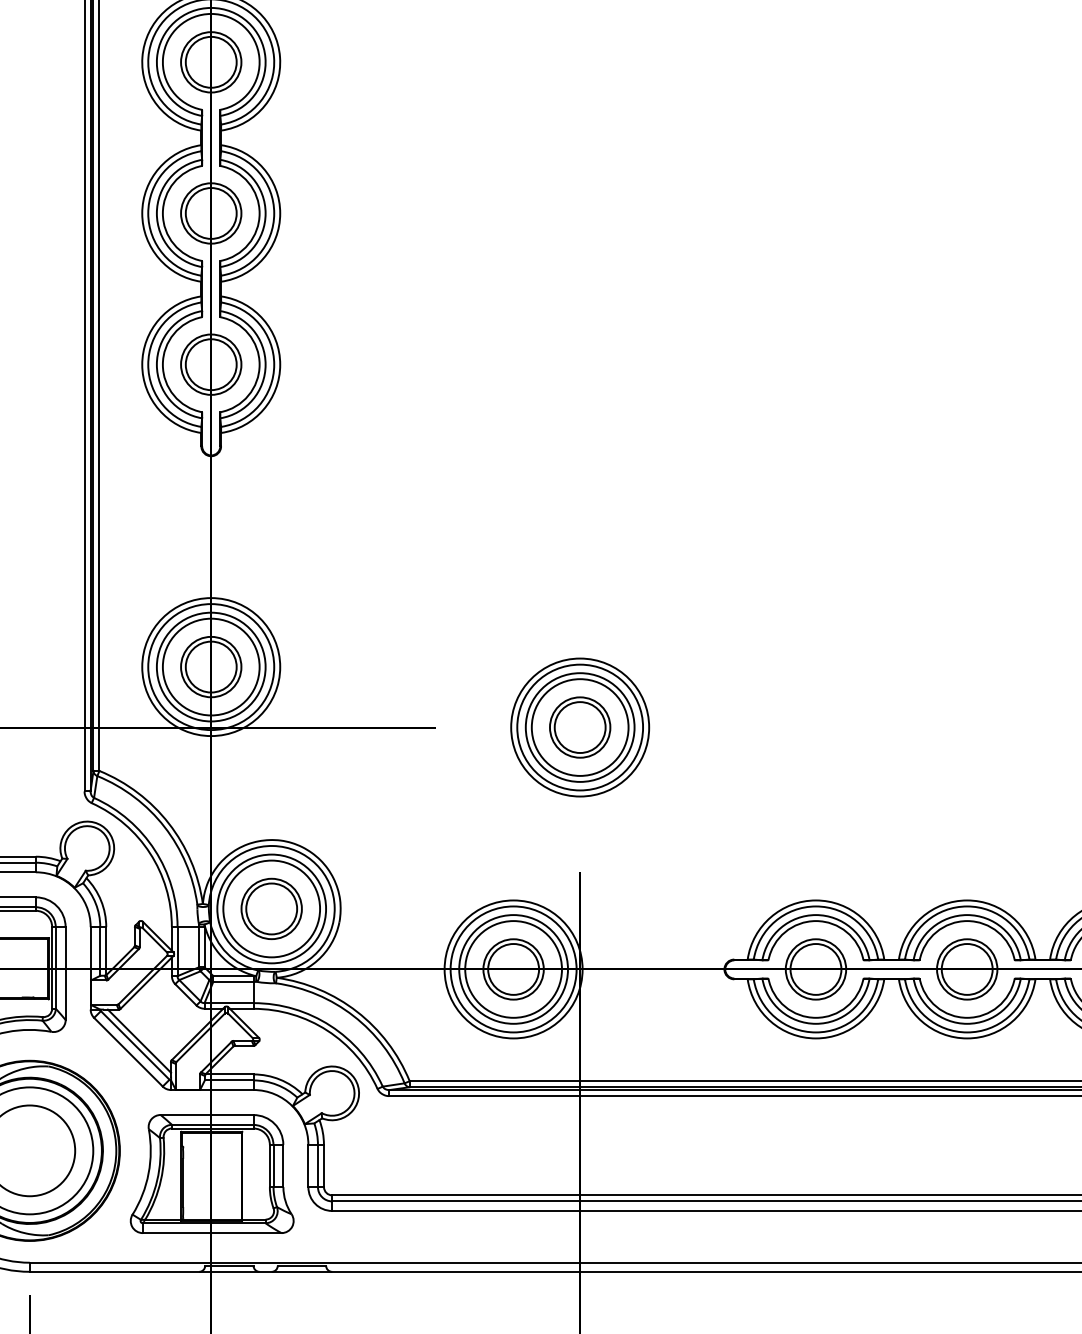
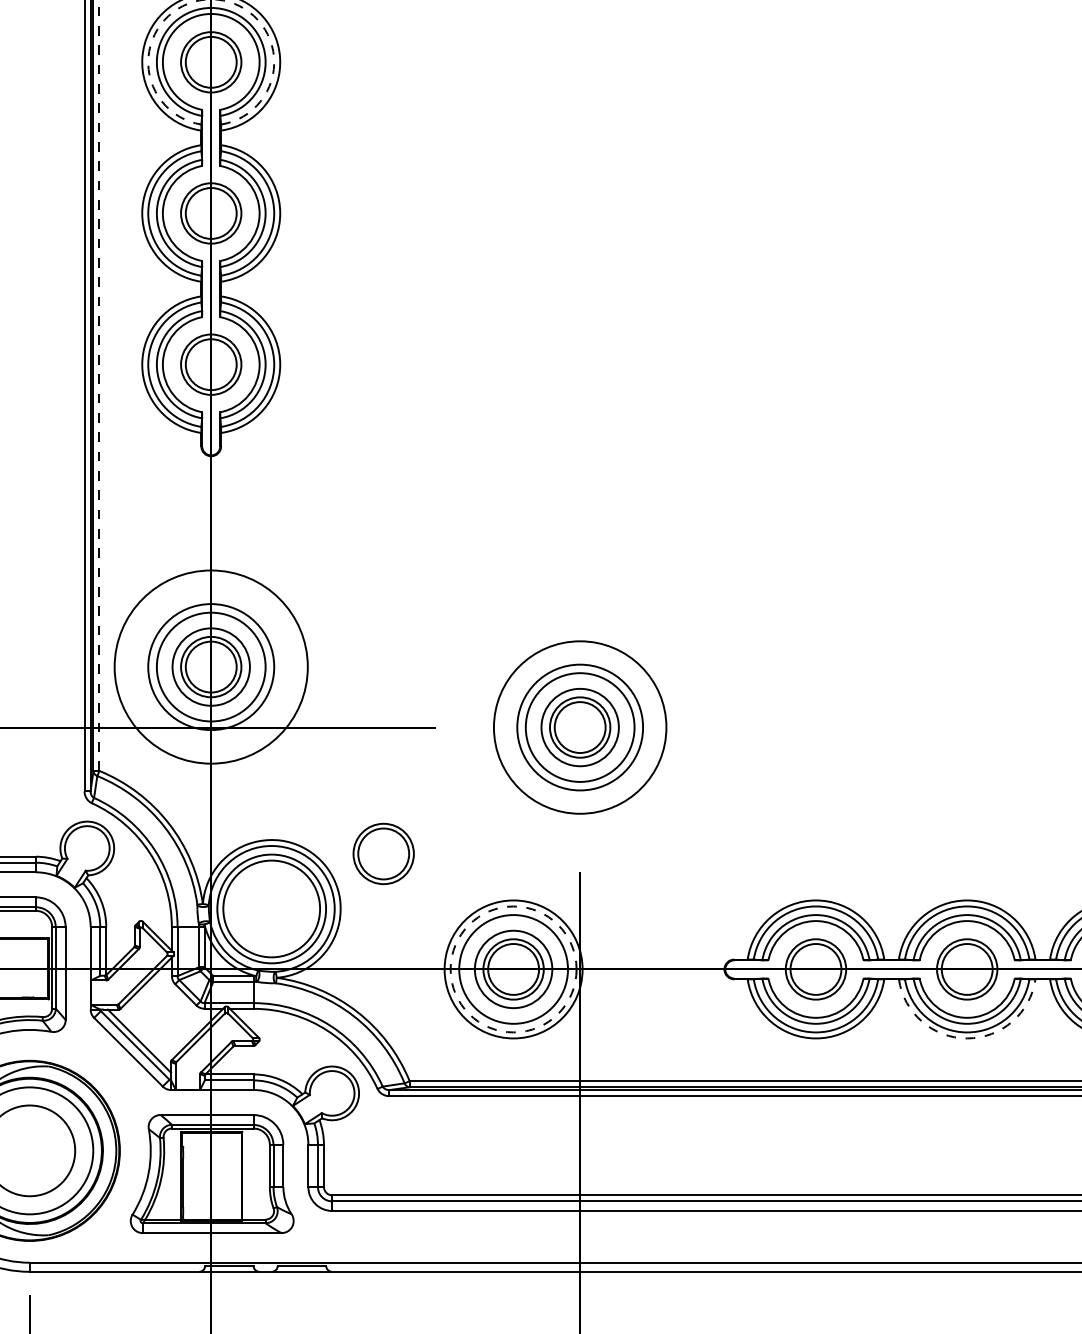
arc at (203, 0): solid -> dashed
line at (99, 384): solid -> dashed
circle at (210, 666) diameter: 97 px -> 77 px
circle at (211, 667) diameter: 138 px -> 193 px
circle at (579, 727) diameter: 97 px -> 77 px
circle at (580, 727) diameter: 138 px -> 172 px
part at (271, 908) position: (271, 908) -> (383, 853)
circle at (513, 969) diameter: 97 px -> 77 px
circle at (513, 969): solid -> dashed
arc at (967, 1038): solid -> dashed
